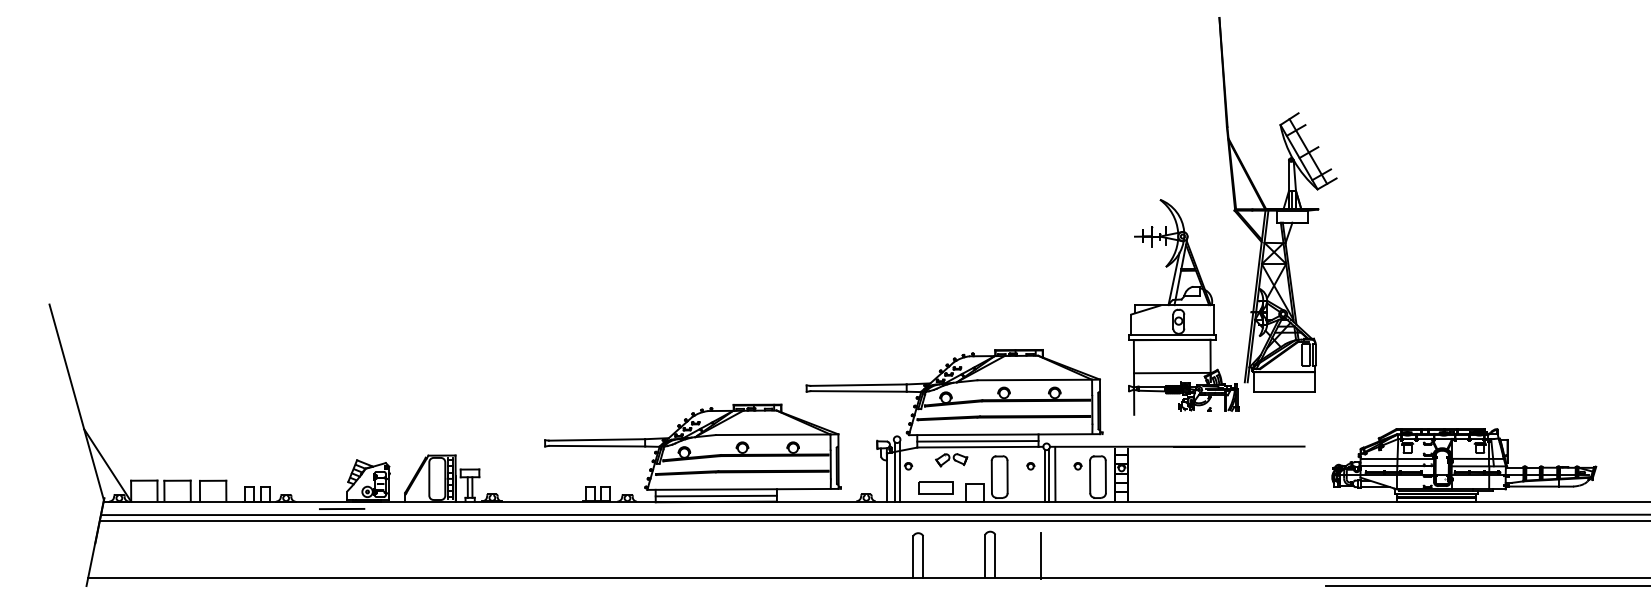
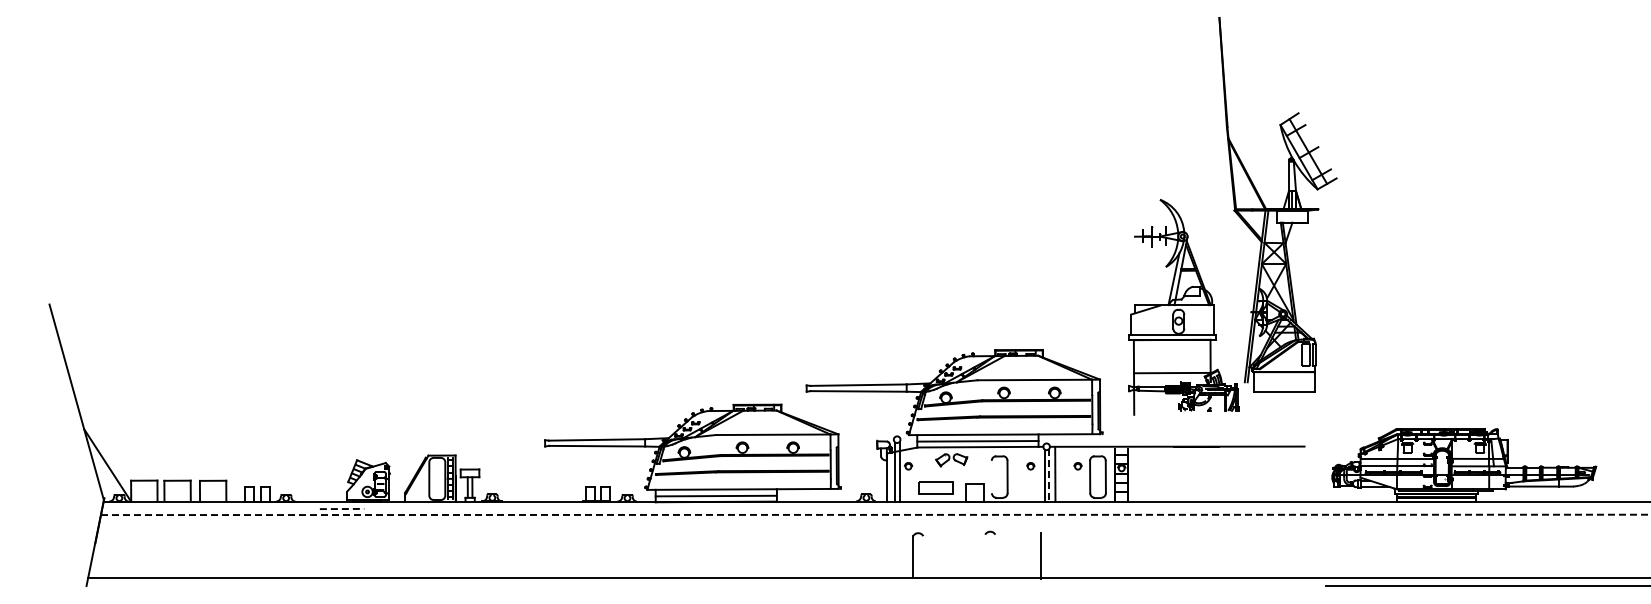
line at (1049, 475): solid -> dashed
line at (991, 476): present -> none
line at (342, 509): solid -> dashed
line at (875, 514): solid -> dashed
line at (873, 520): present -> none
line at (985, 555): present -> none
line at (995, 555): present -> none
line at (923, 557): present -> none
